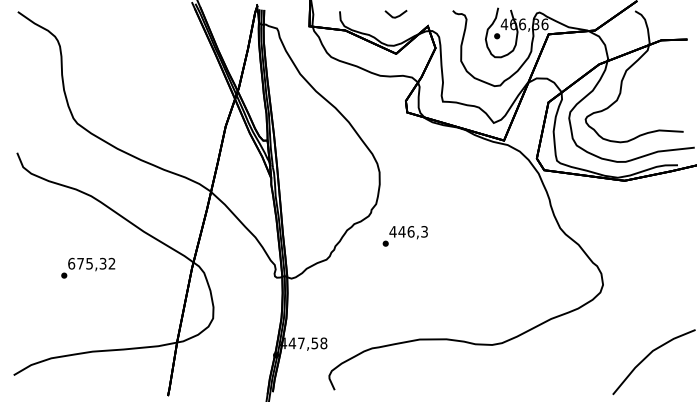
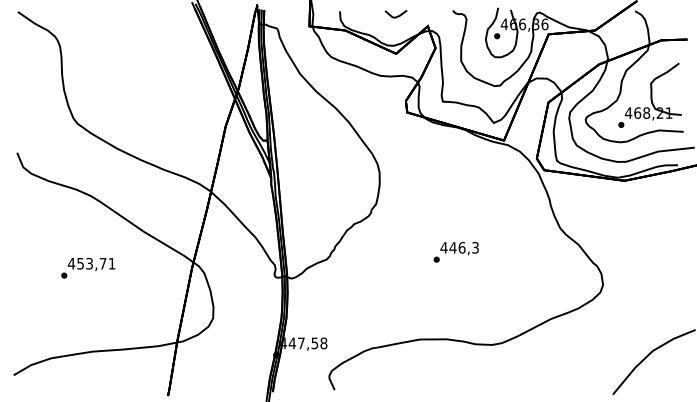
part at (649, 94): none -> present
text at (404, 236) position: (404, 236) -> (455, 252)
text at (91, 263): 675,32 -> 453,71
